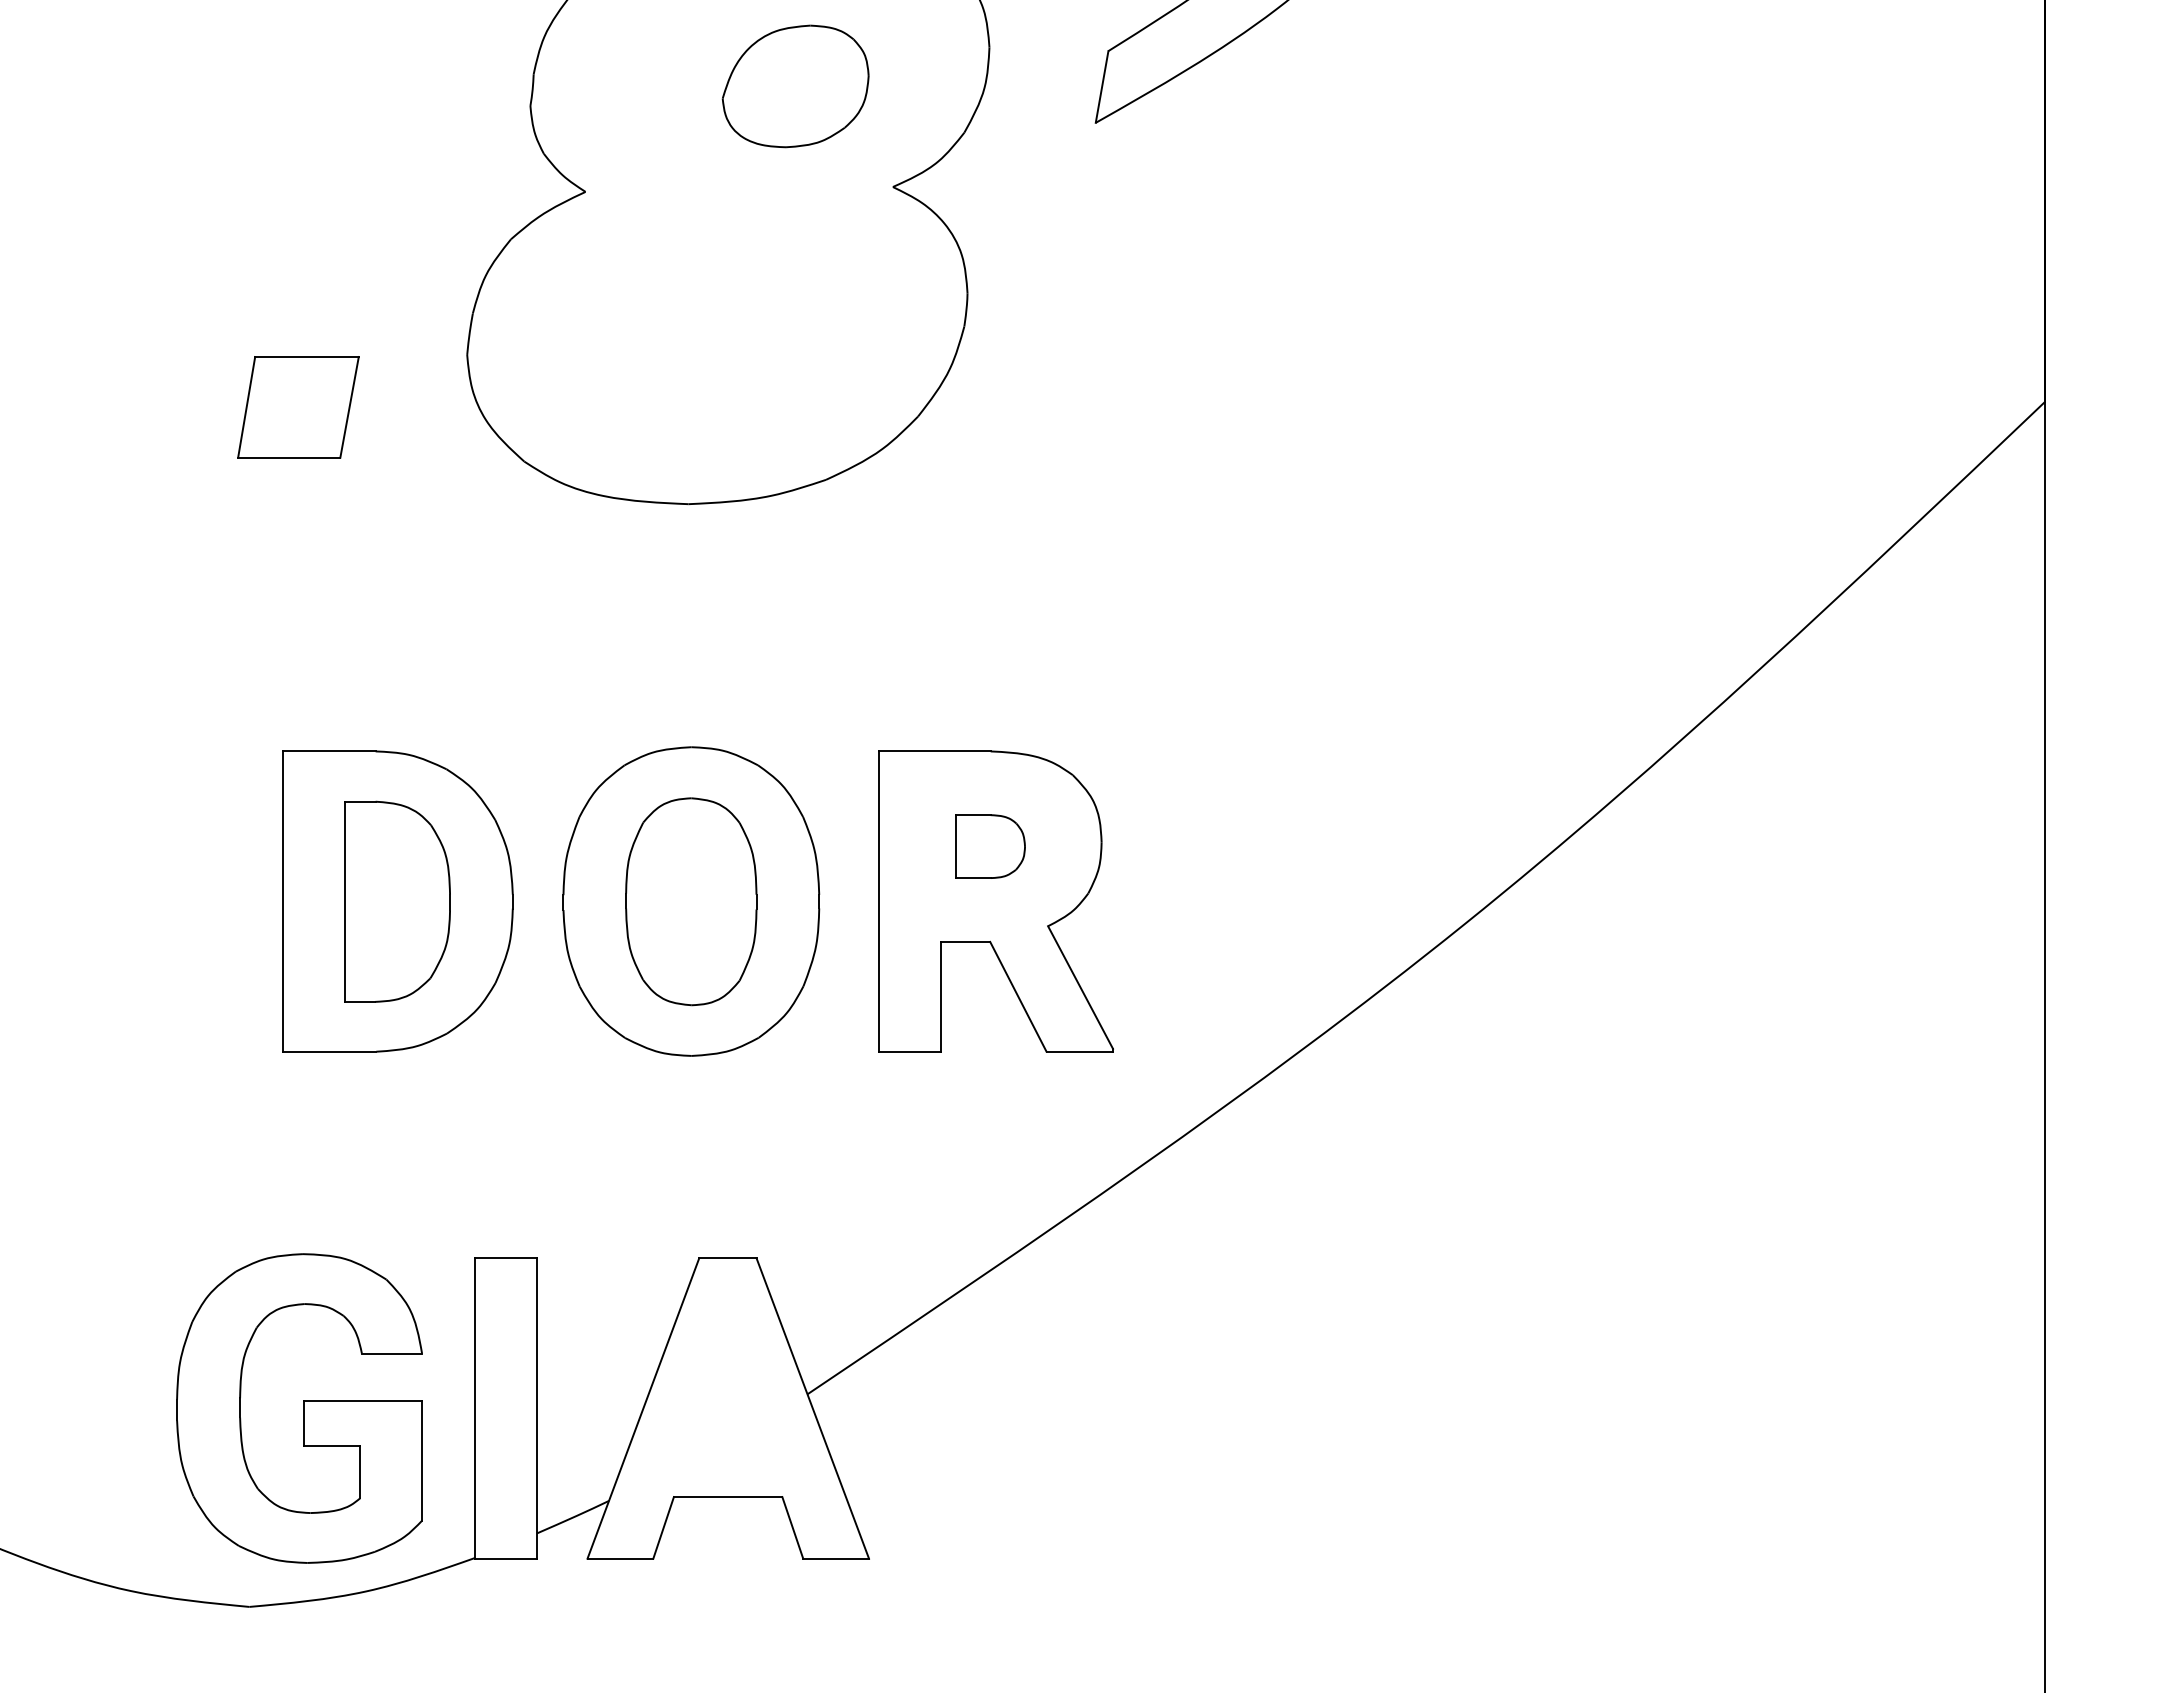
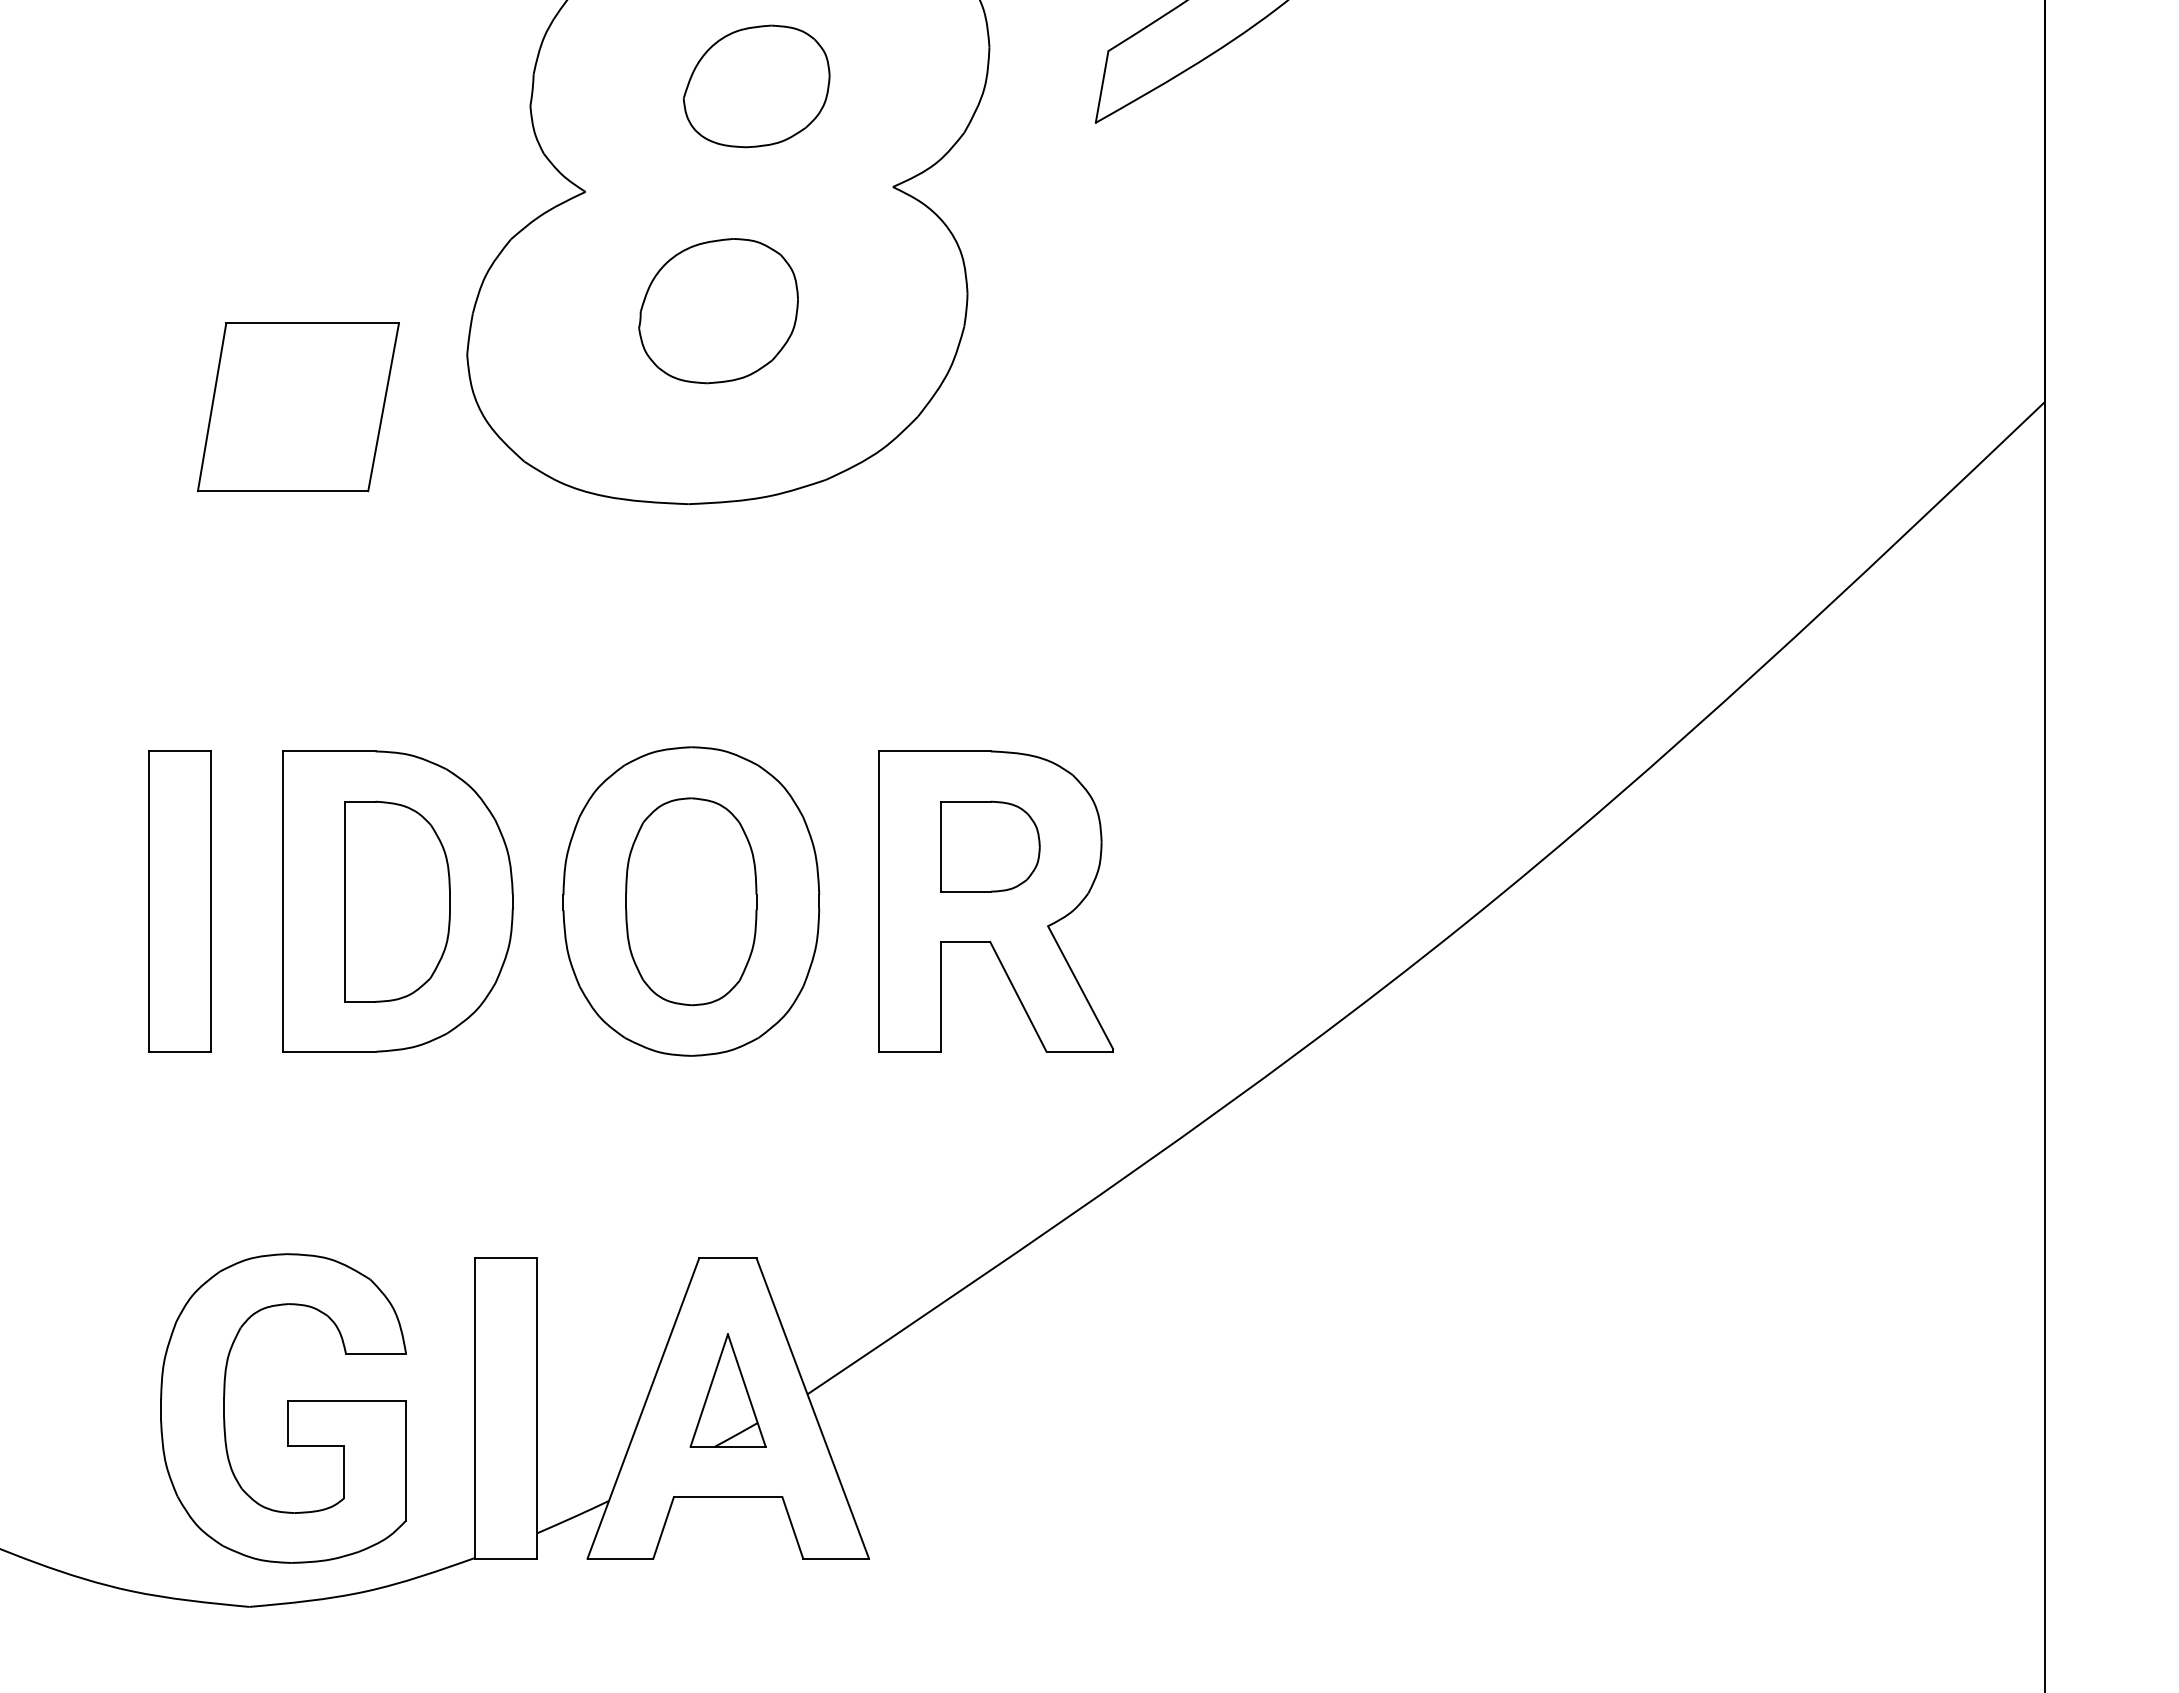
part at (795, 86) position: (795, 86) -> (756, 86)
part at (718, 311): none -> present
part at (298, 407) size: 123x103 px -> 203x171 px
part at (990, 846) size: 71x65 px -> 101x93 px
part at (179, 901): none -> present
part at (727, 1390): none -> present
part at (299, 1408) position: (299, 1408) -> (283, 1408)
